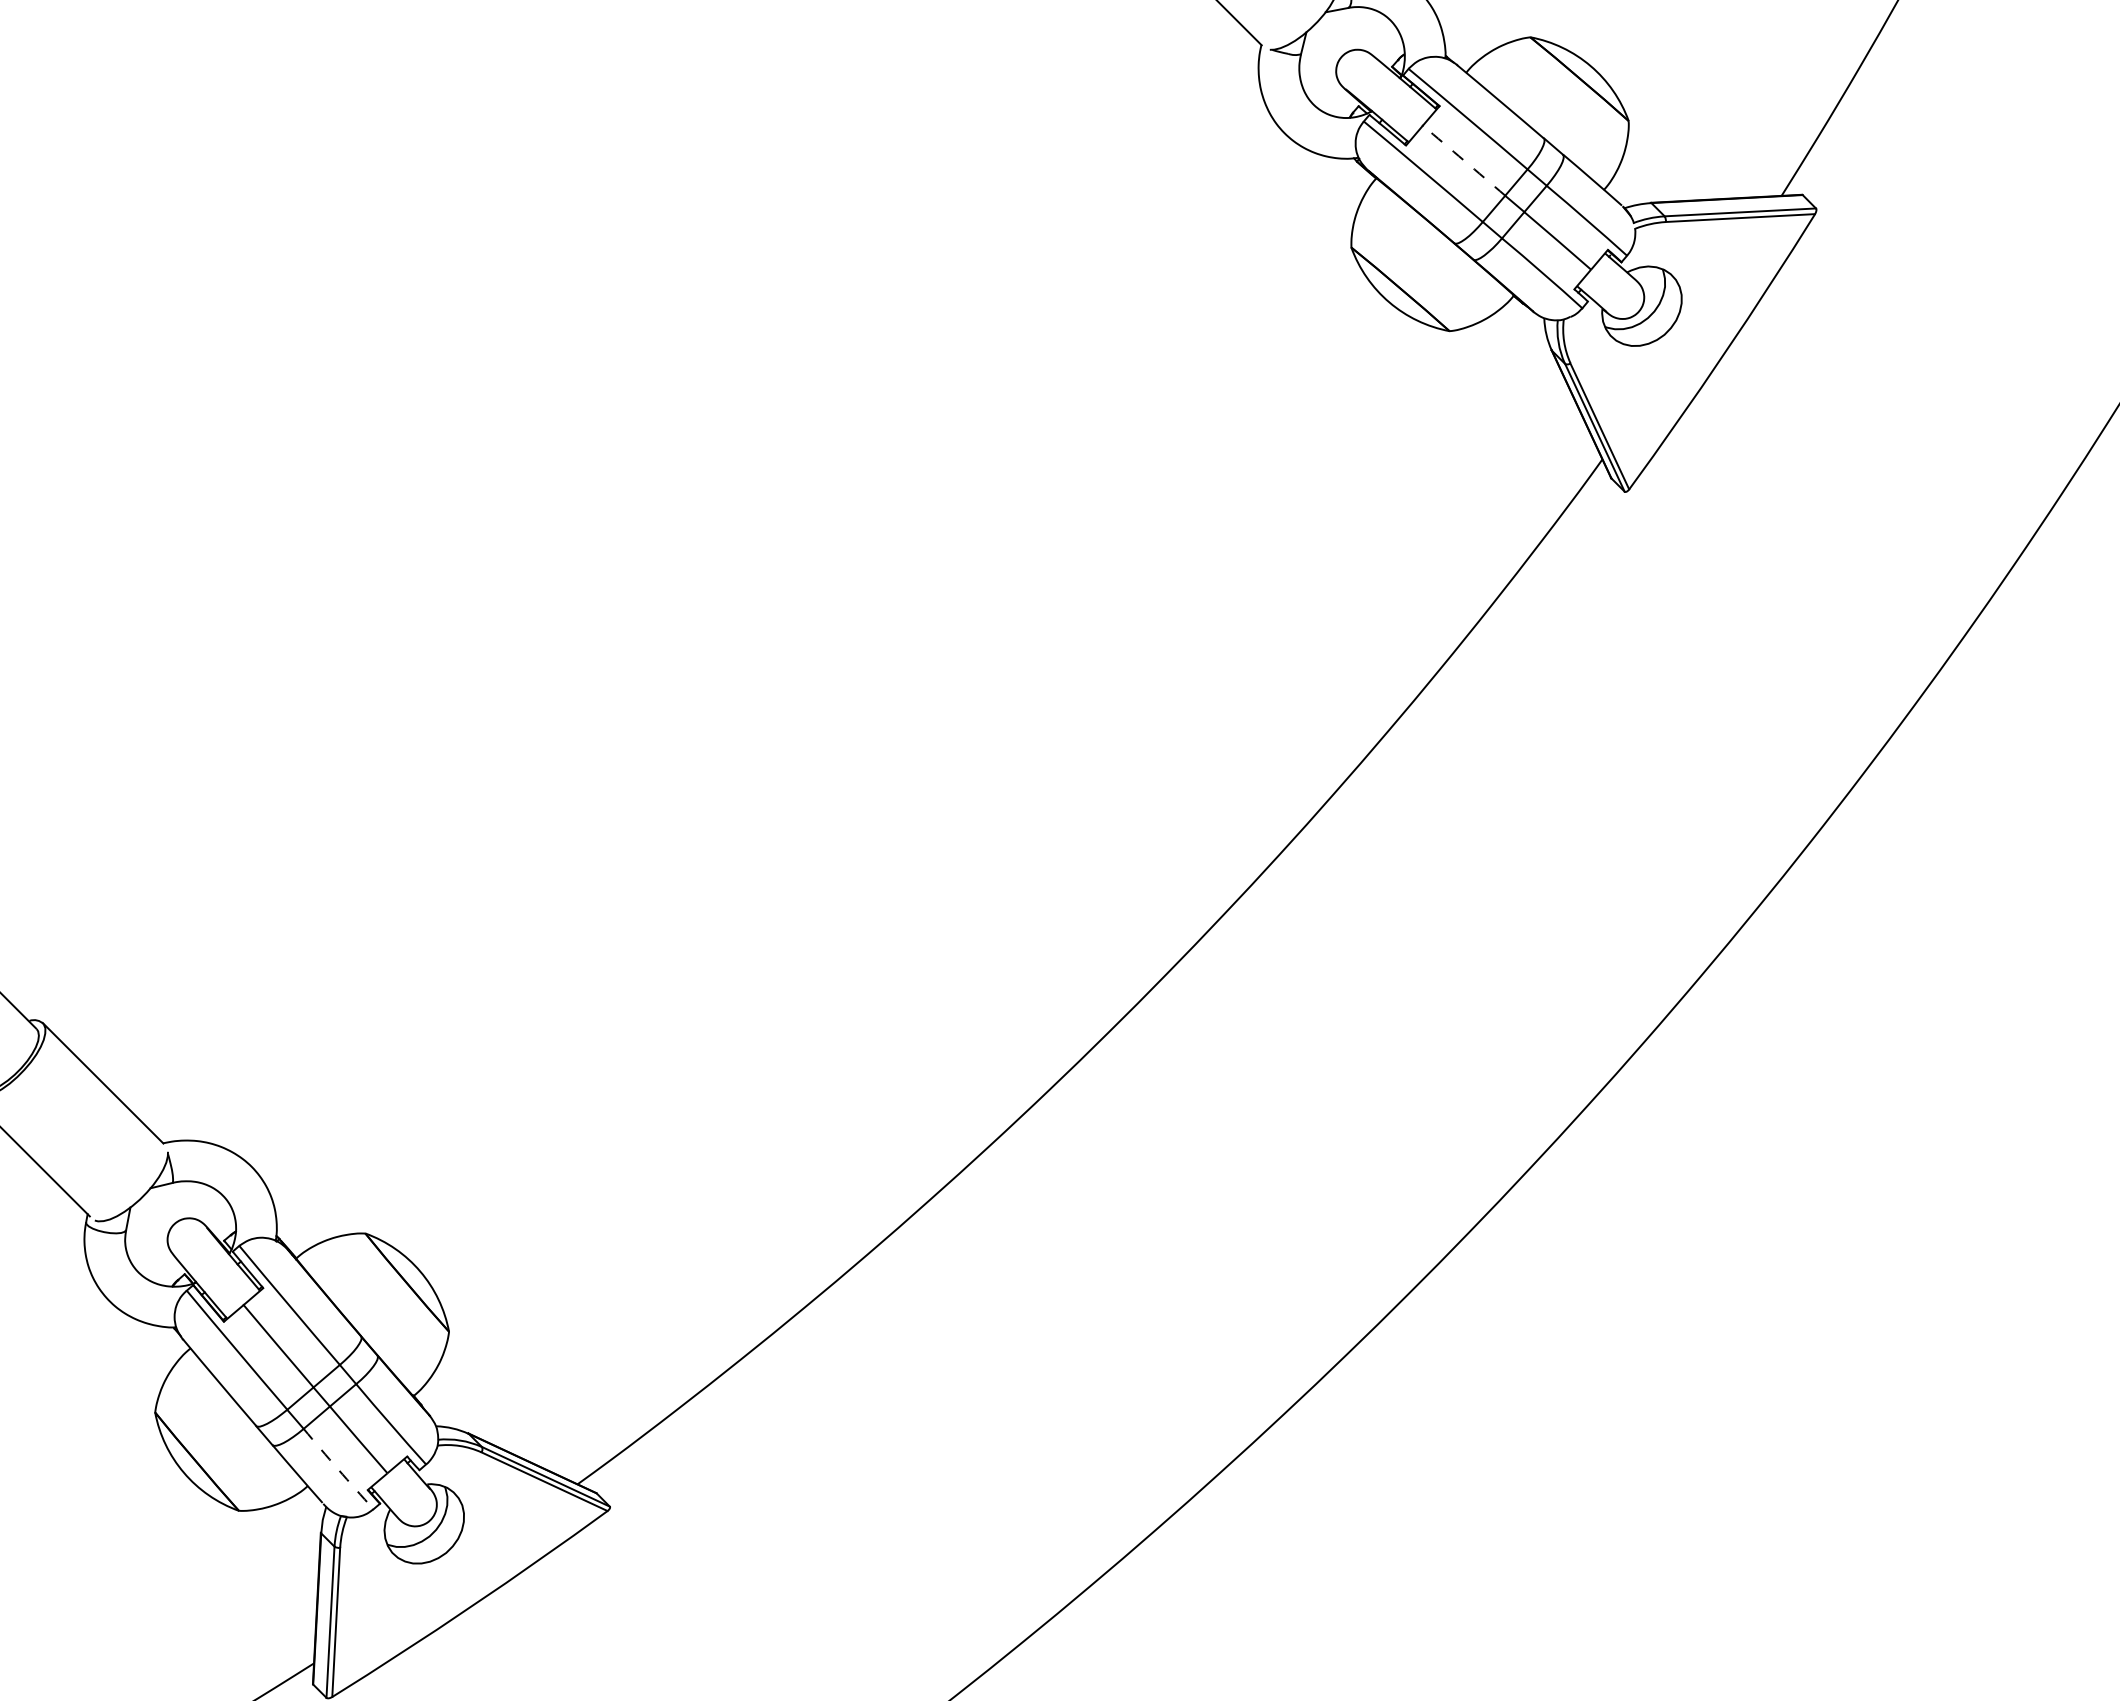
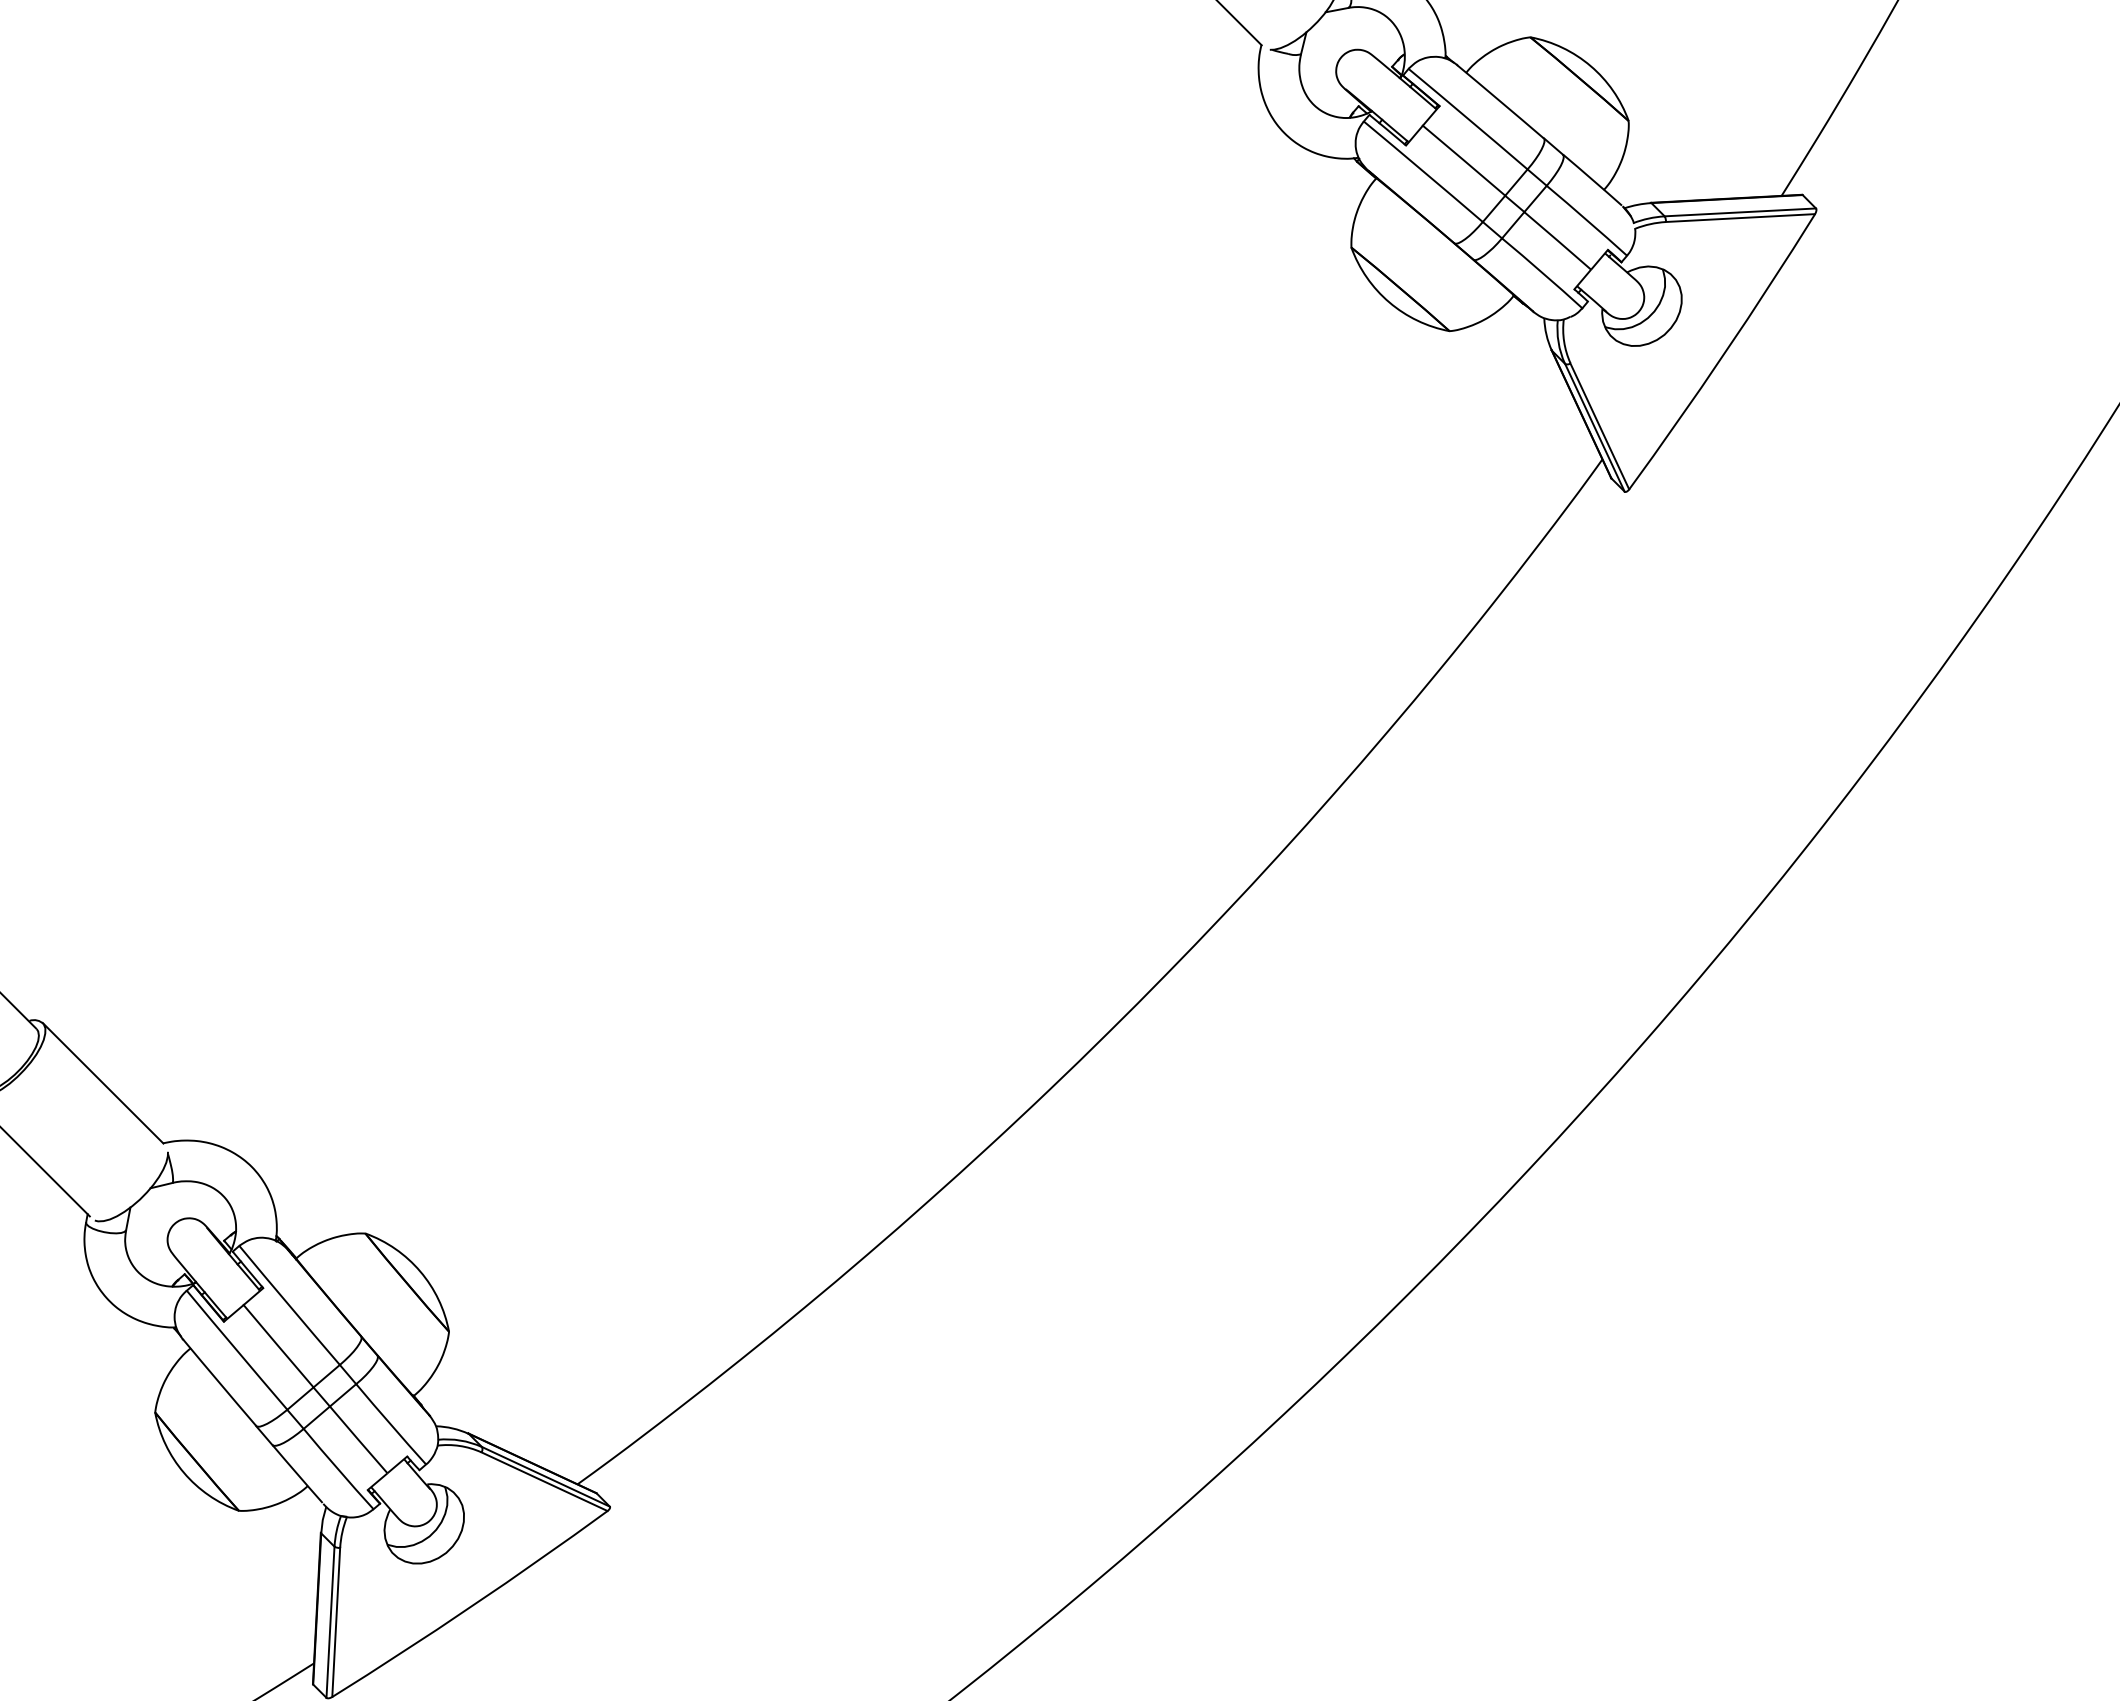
arc at (1464, 160): dashed -> solid
arc at (338, 1469): dashed -> solid
